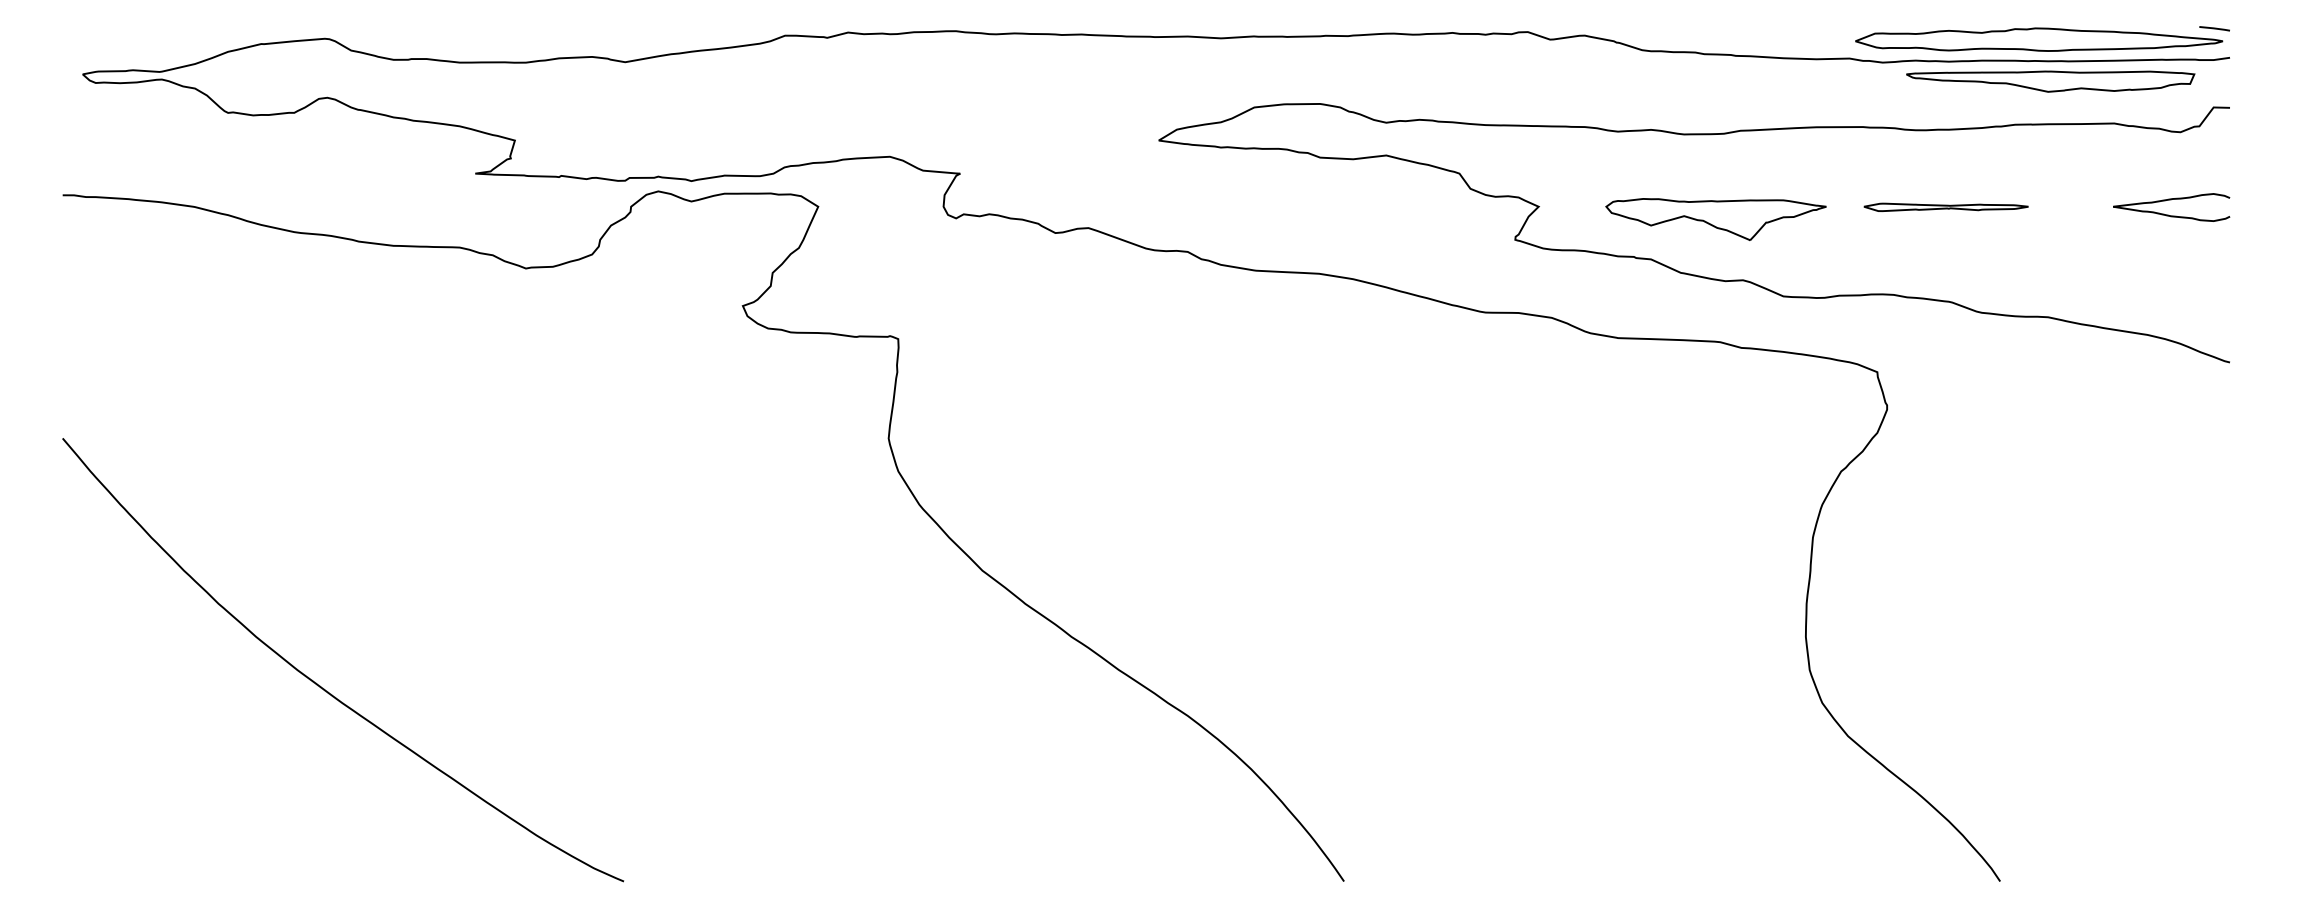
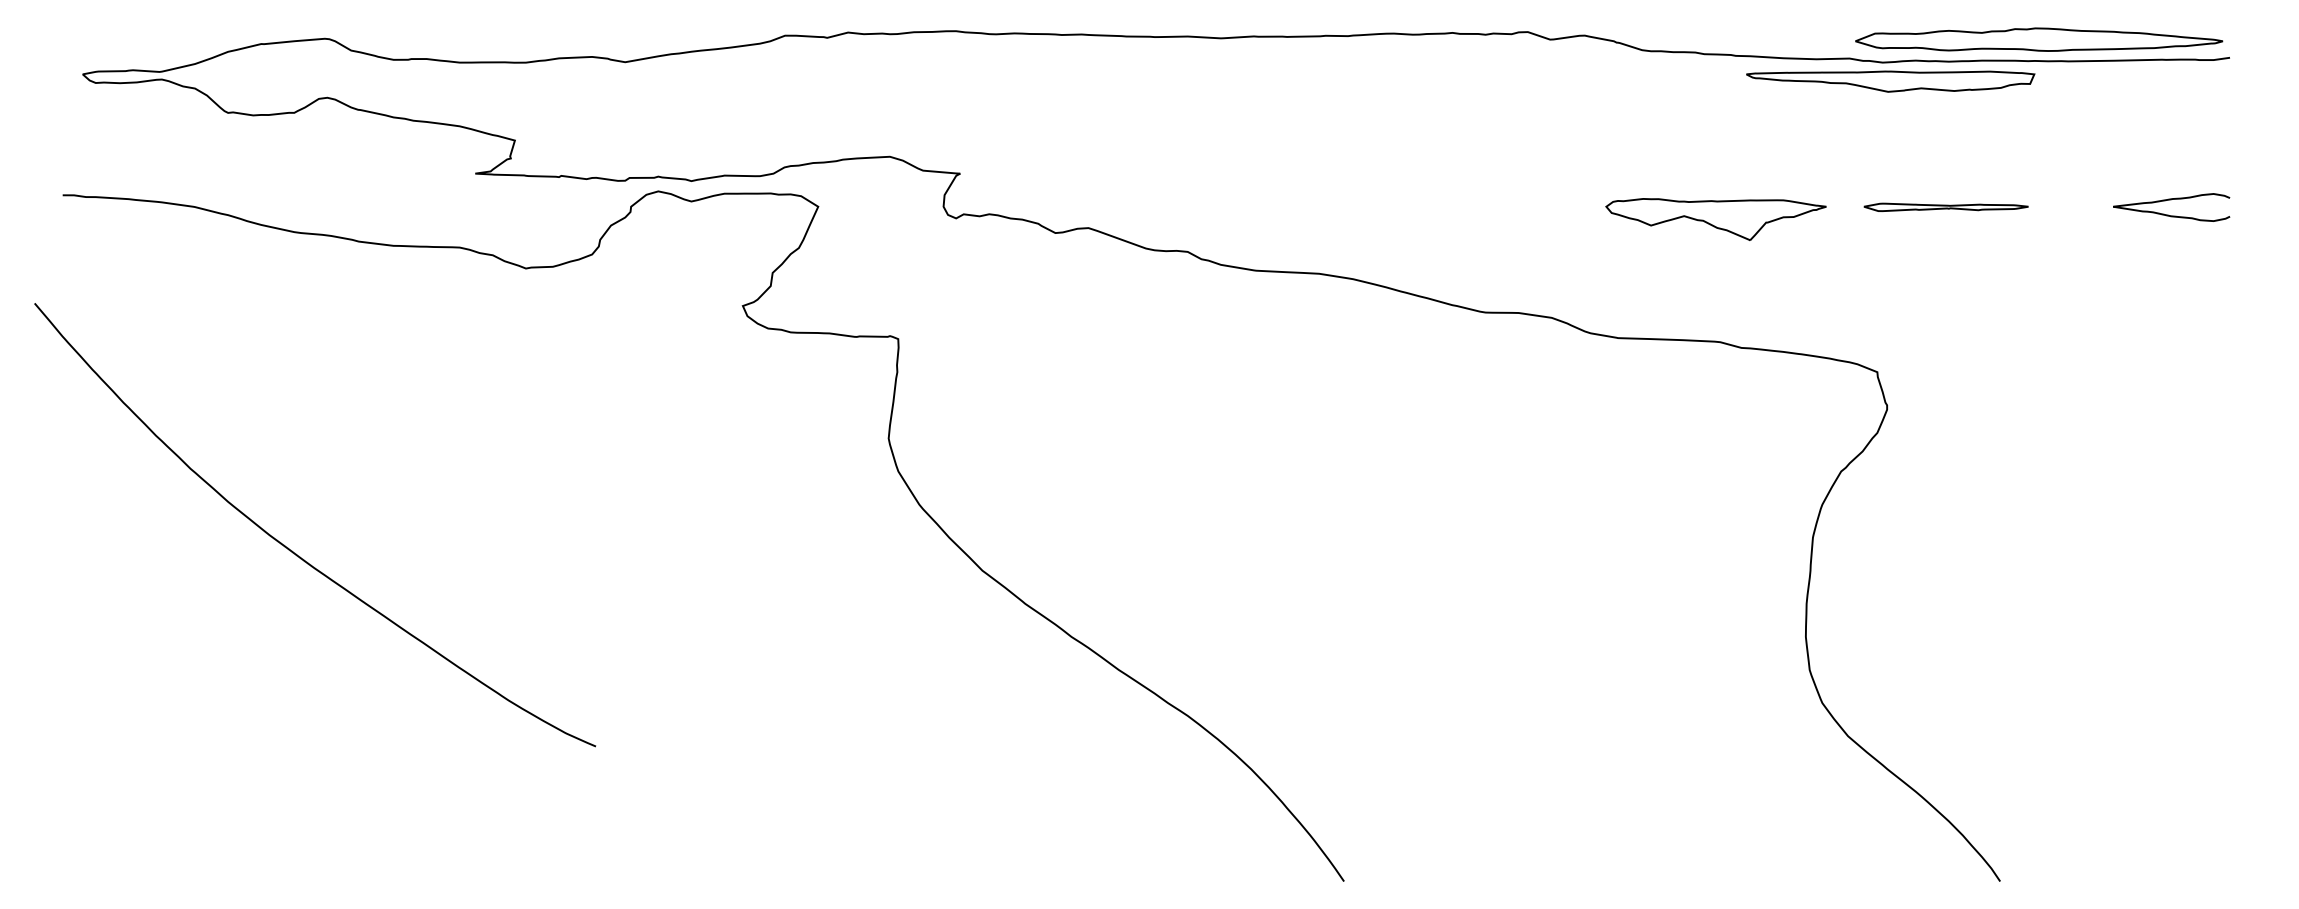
line at (2214, 28): present -> none
part at (2050, 81) position: (2050, 81) -> (1890, 81)
curve at (1676, 269): present -> none
curve at (324, 688) position: (324, 688) -> (296, 553)
